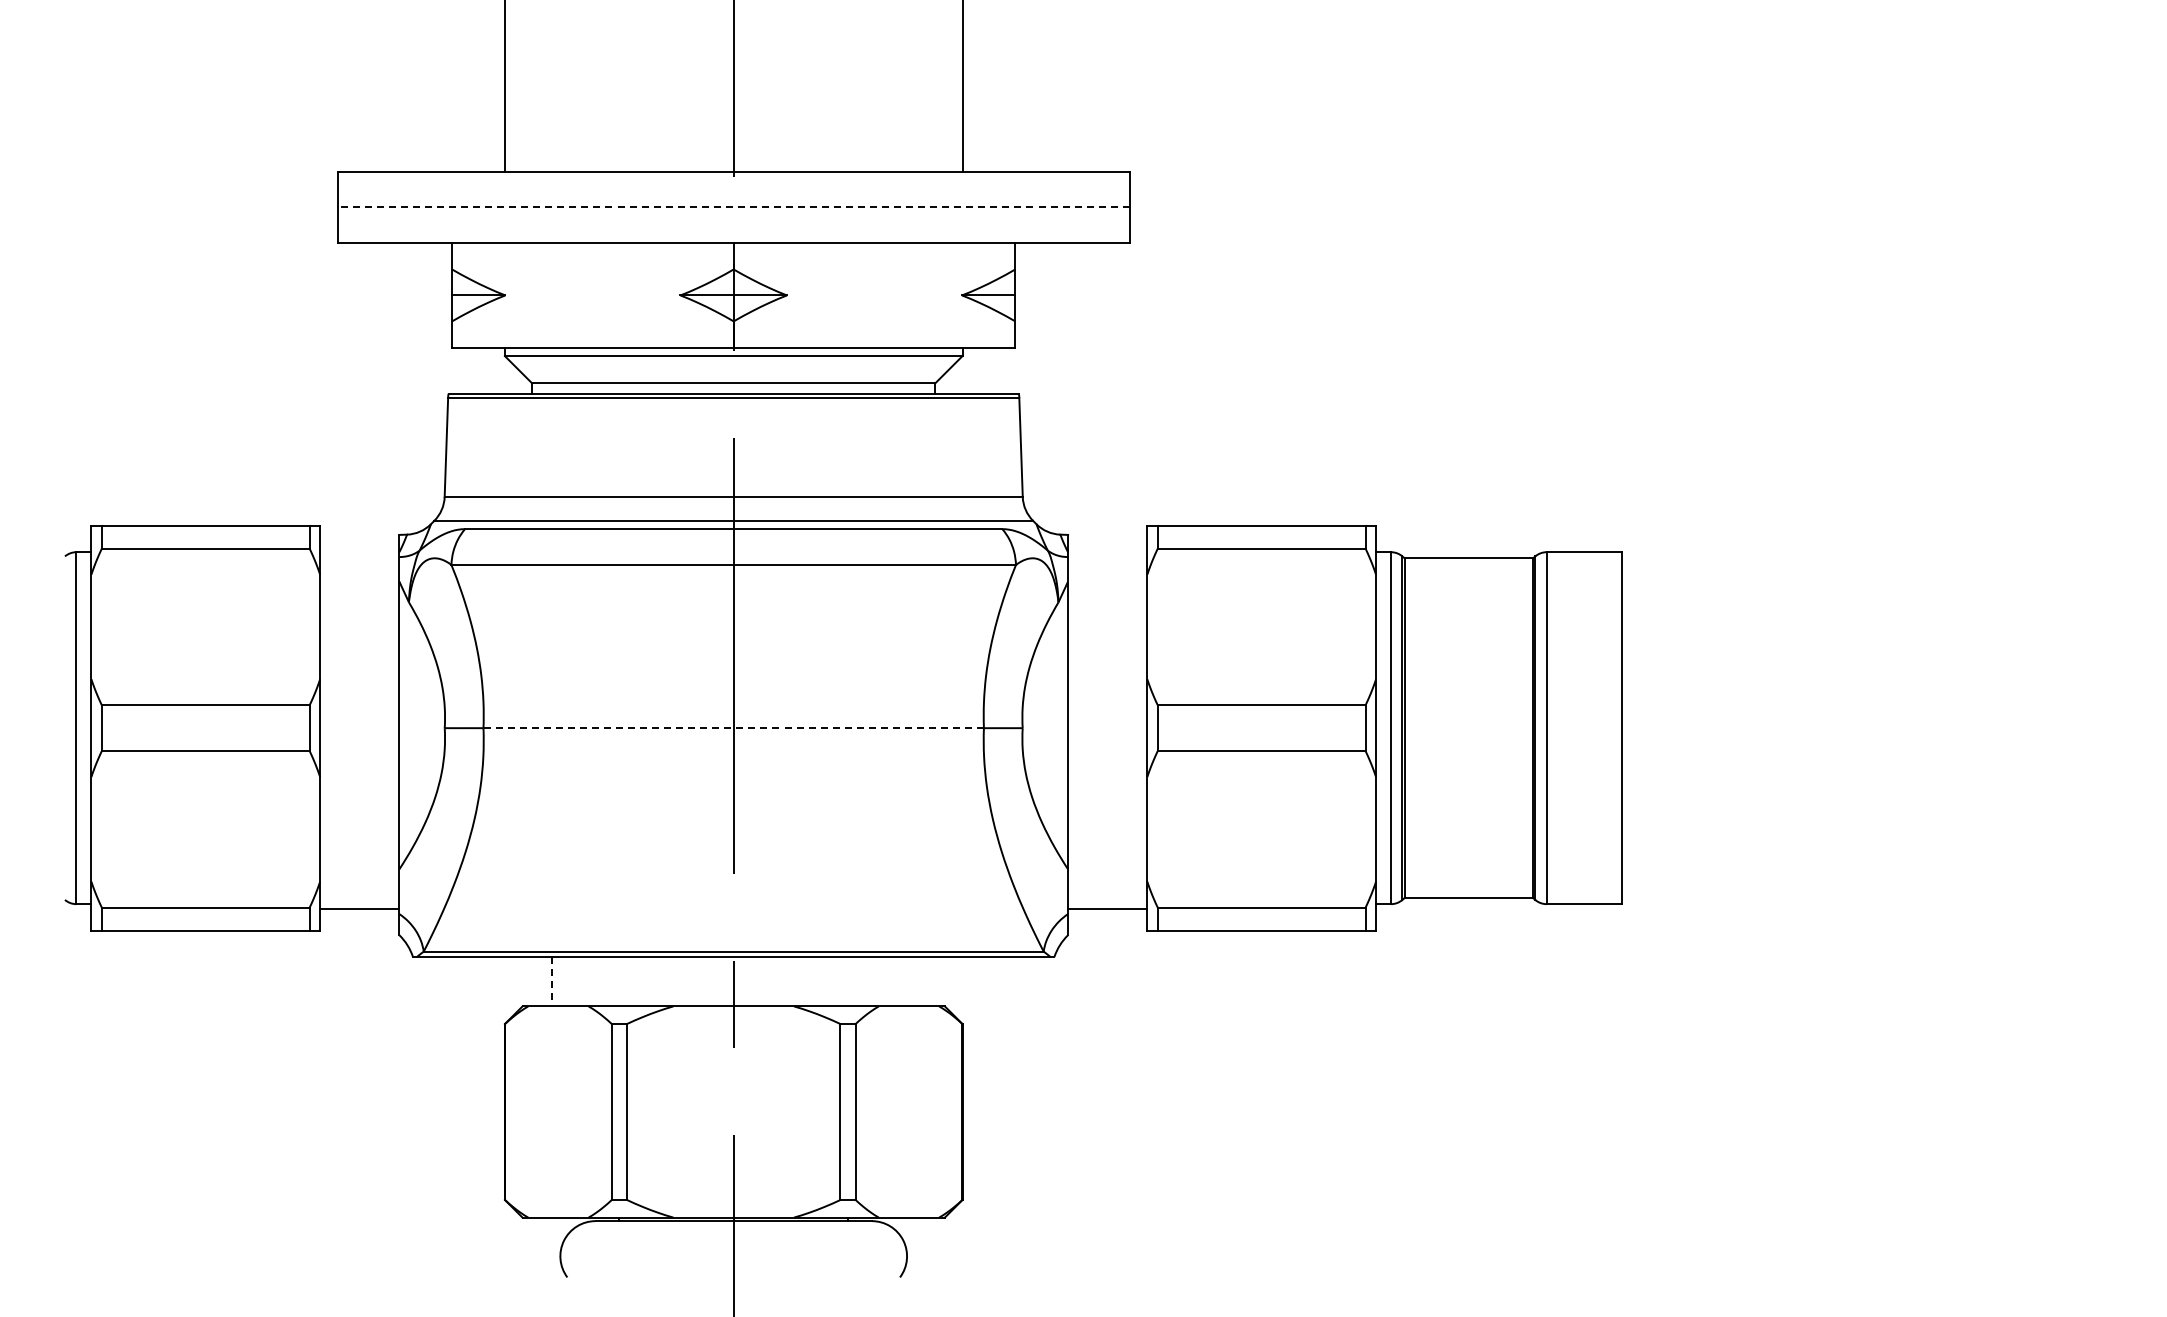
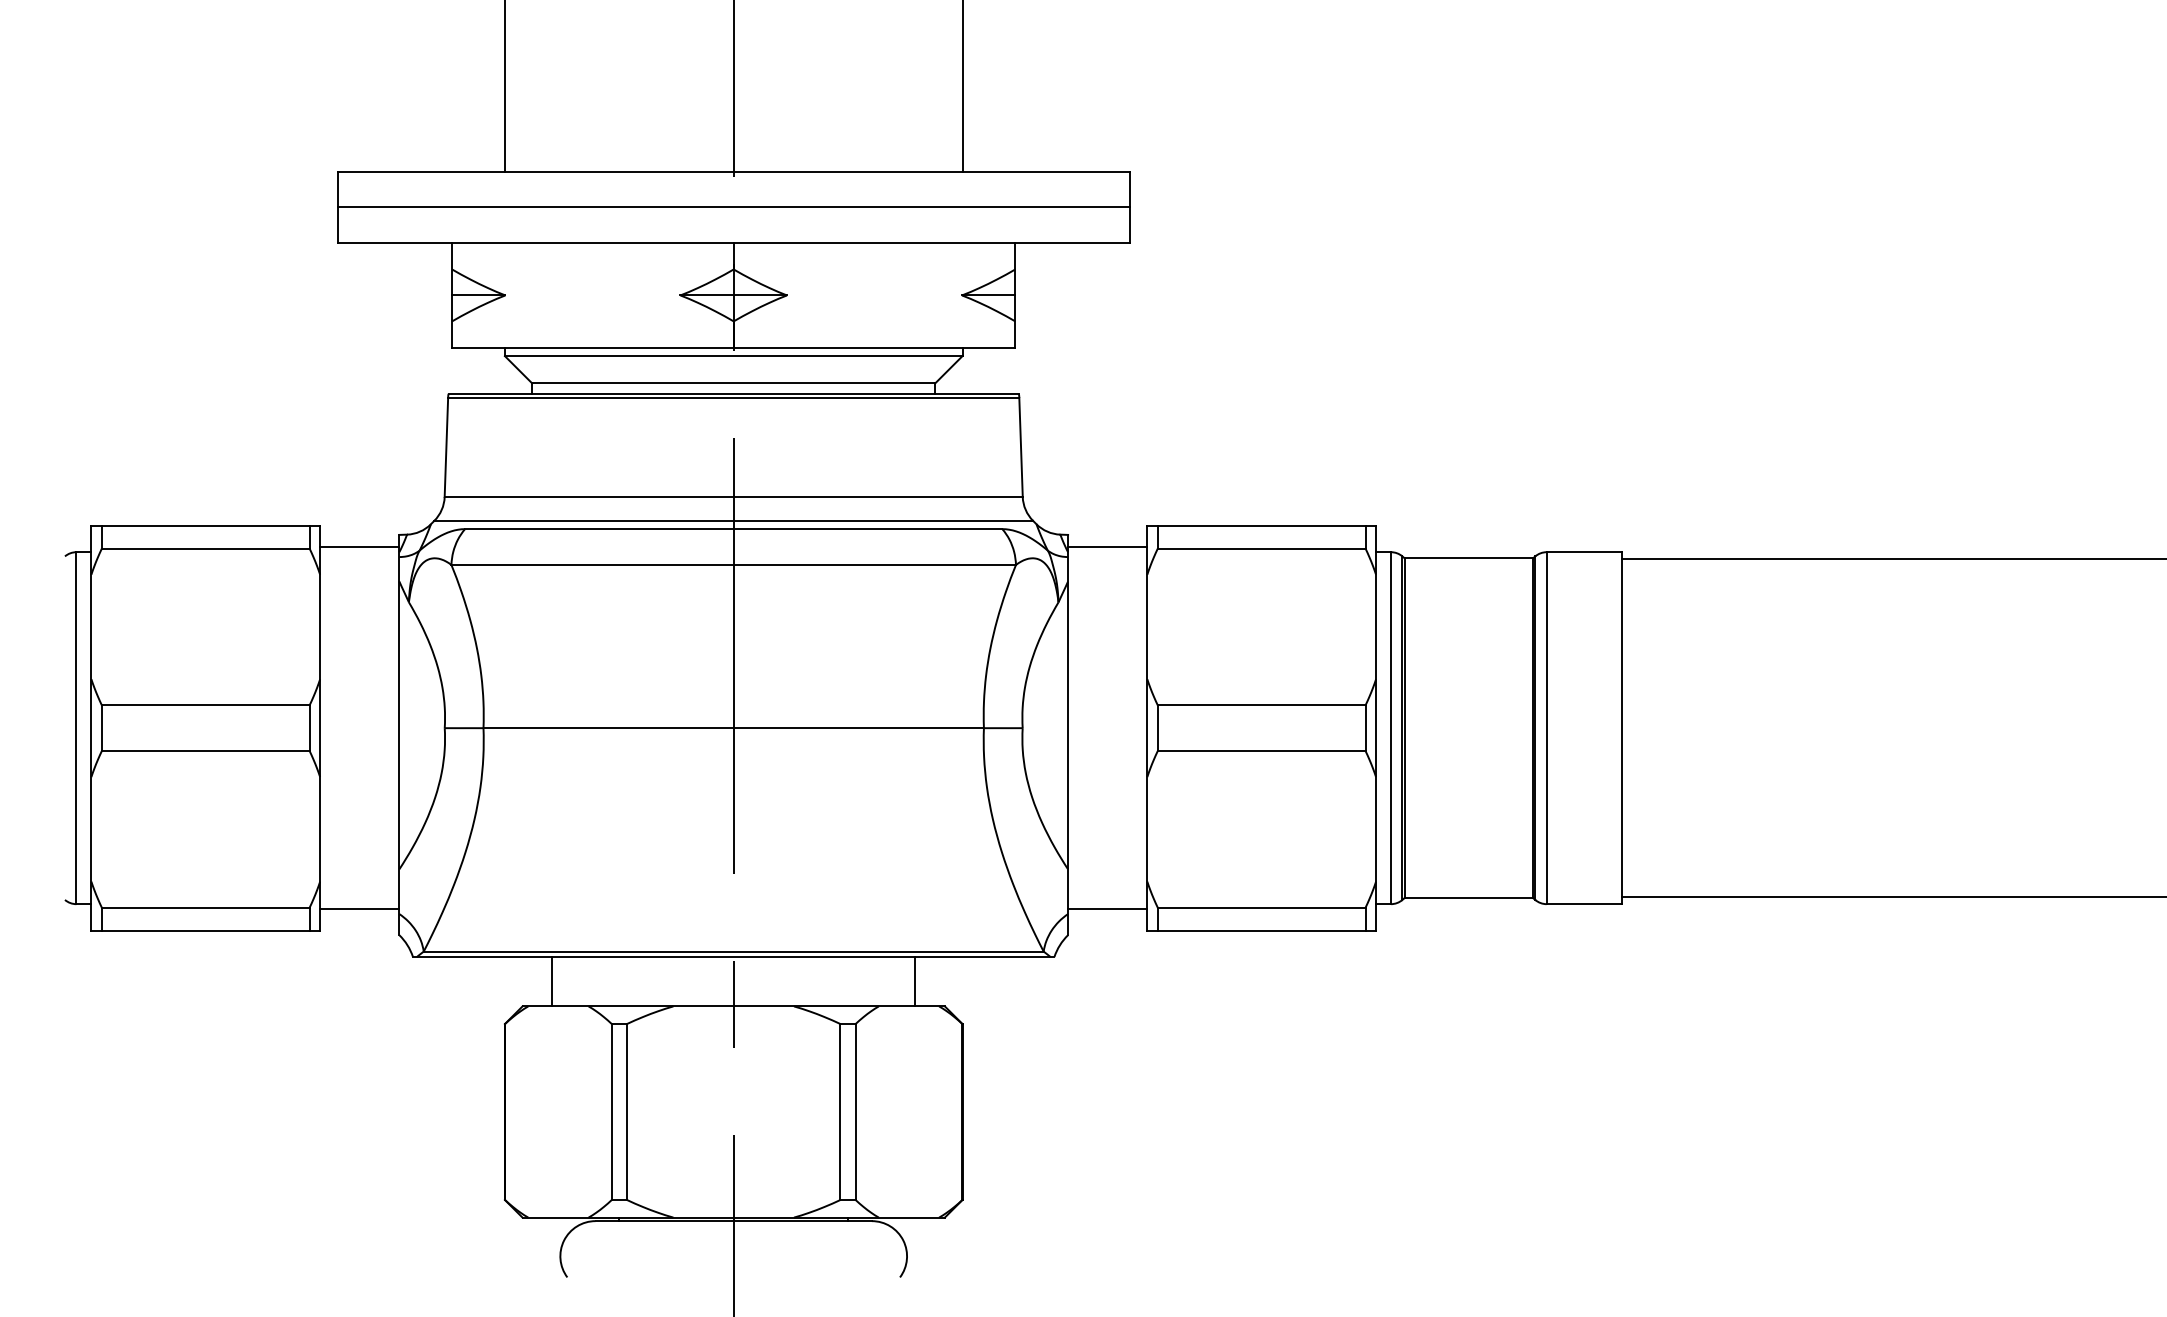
line at (733, 207): dashed -> solid
line at (359, 546): none -> present
line at (1107, 546): none -> present
line at (1892, 559): none -> present
line at (733, 728): dashed -> solid
line at (1892, 897): none -> present
line at (552, 981): dashed -> solid
line at (914, 981): none -> present
